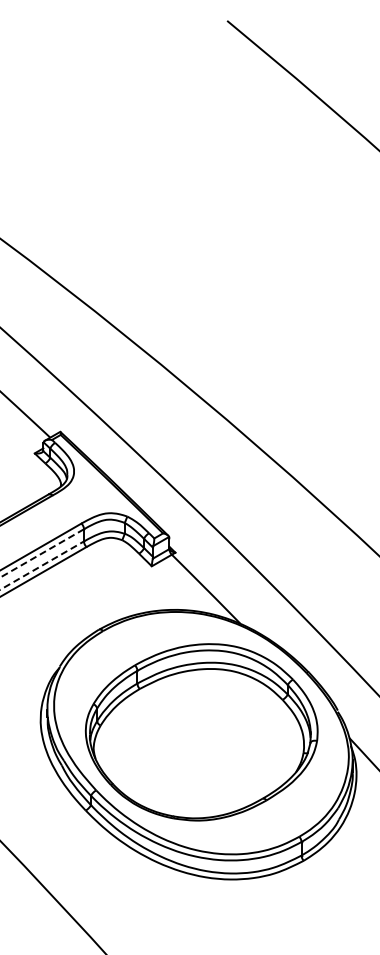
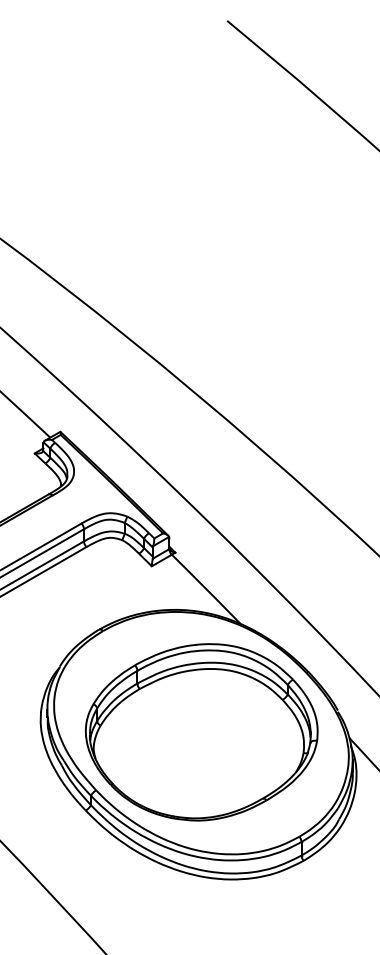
line at (41, 553): dashed -> solid
line at (42, 565): dashed -> solid
